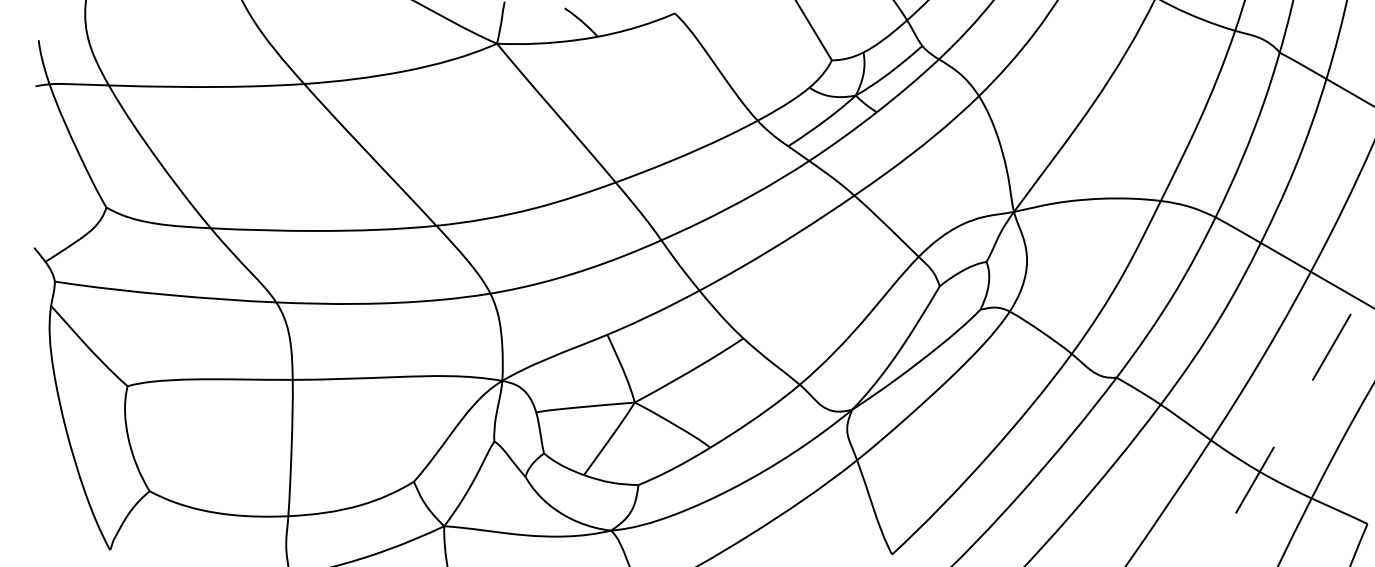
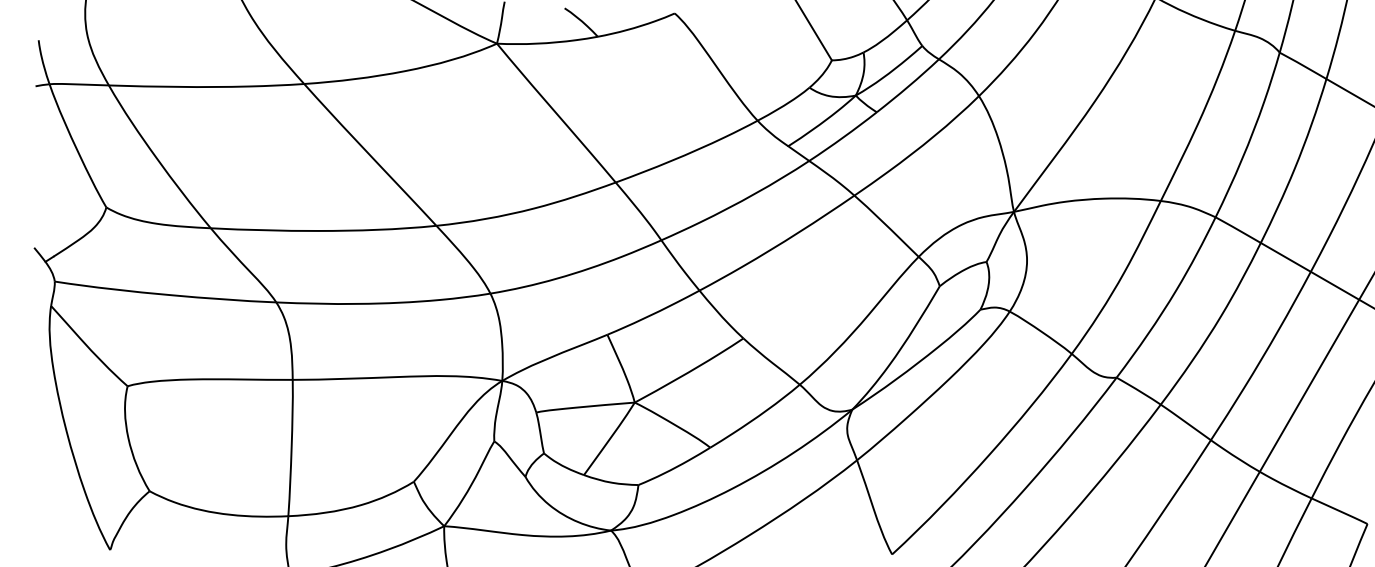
line at (1289, 419): dashed -> solid
